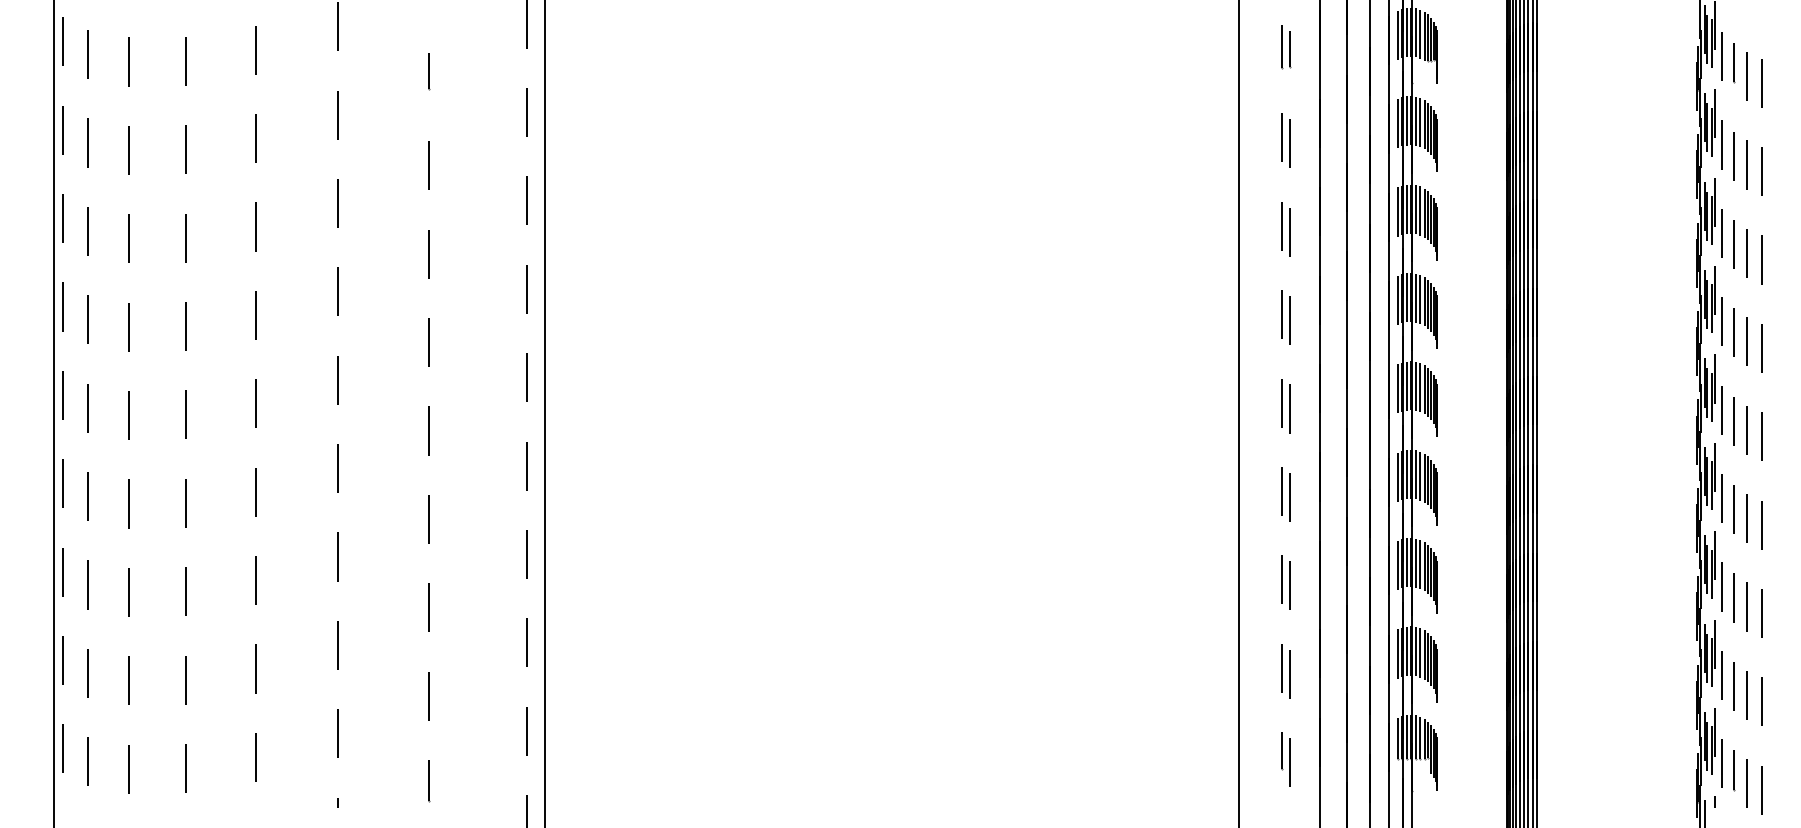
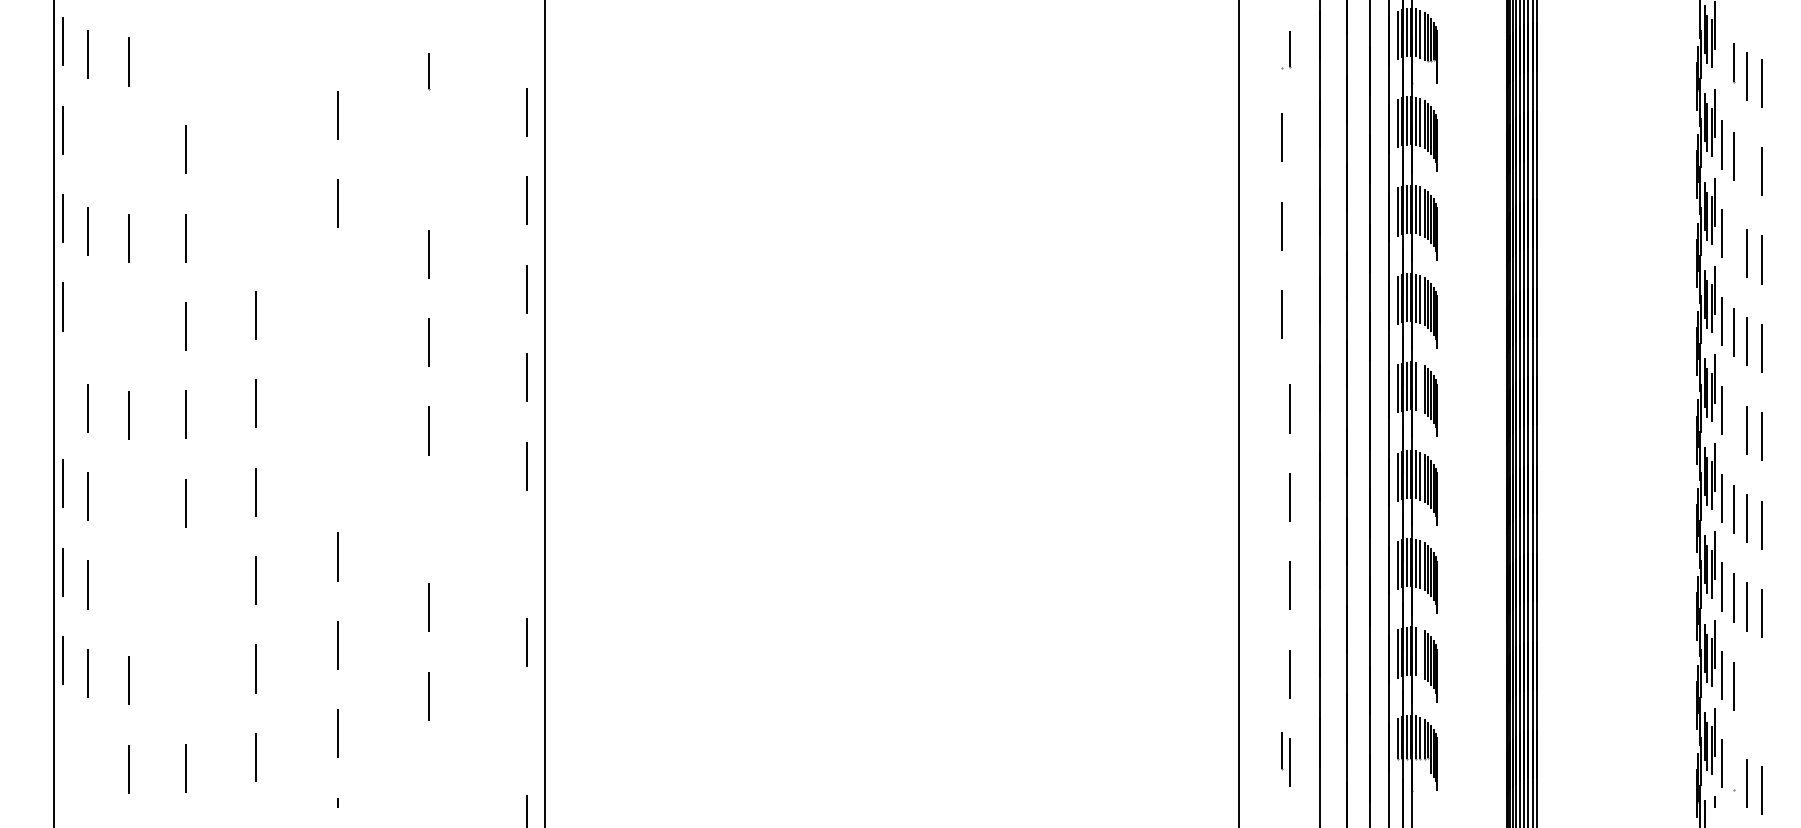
line at (527, 25): present -> none
line at (337, 26): present -> none
line at (1281, 46): present -> none
line at (255, 49): present -> none
line at (1721, 56): present -> none
line at (185, 61): present -> none
line at (255, 138): present -> none
line at (87, 142): present -> none
line at (1290, 143): present -> none
line at (129, 149): present -> none
line at (1746, 164): present -> none
line at (428, 165): present -> none
line at (255, 226): present -> none
line at (1290, 231): present -> none
line at (1733, 244): present -> none
line at (337, 291): present -> none
line at (87, 319): present -> none
line at (1290, 320): present -> none
line at (129, 326): present -> none
line at (337, 379): present -> none
line at (1420, 387): present -> none
line at (62, 395): present -> none
line at (1281, 402): present -> none
line at (1733, 421): present -> none
line at (337, 468): present -> none
line at (1281, 491): present -> none
line at (129, 503): present -> none
line at (428, 518): present -> none
line at (527, 554): present -> none
line at (1281, 579): present -> none
line at (129, 591): present -> none
line at (185, 591): present -> none
line at (1420, 652): present -> none
line at (1281, 667): present -> none
line at (185, 680): present -> none
line at (1746, 694): present -> none
line at (1761, 701): present -> none
line at (527, 730): present -> none
line at (62, 748): present -> none
line at (87, 761): present -> none
line at (1733, 770): present -> none
line at (429, 781): present -> none
